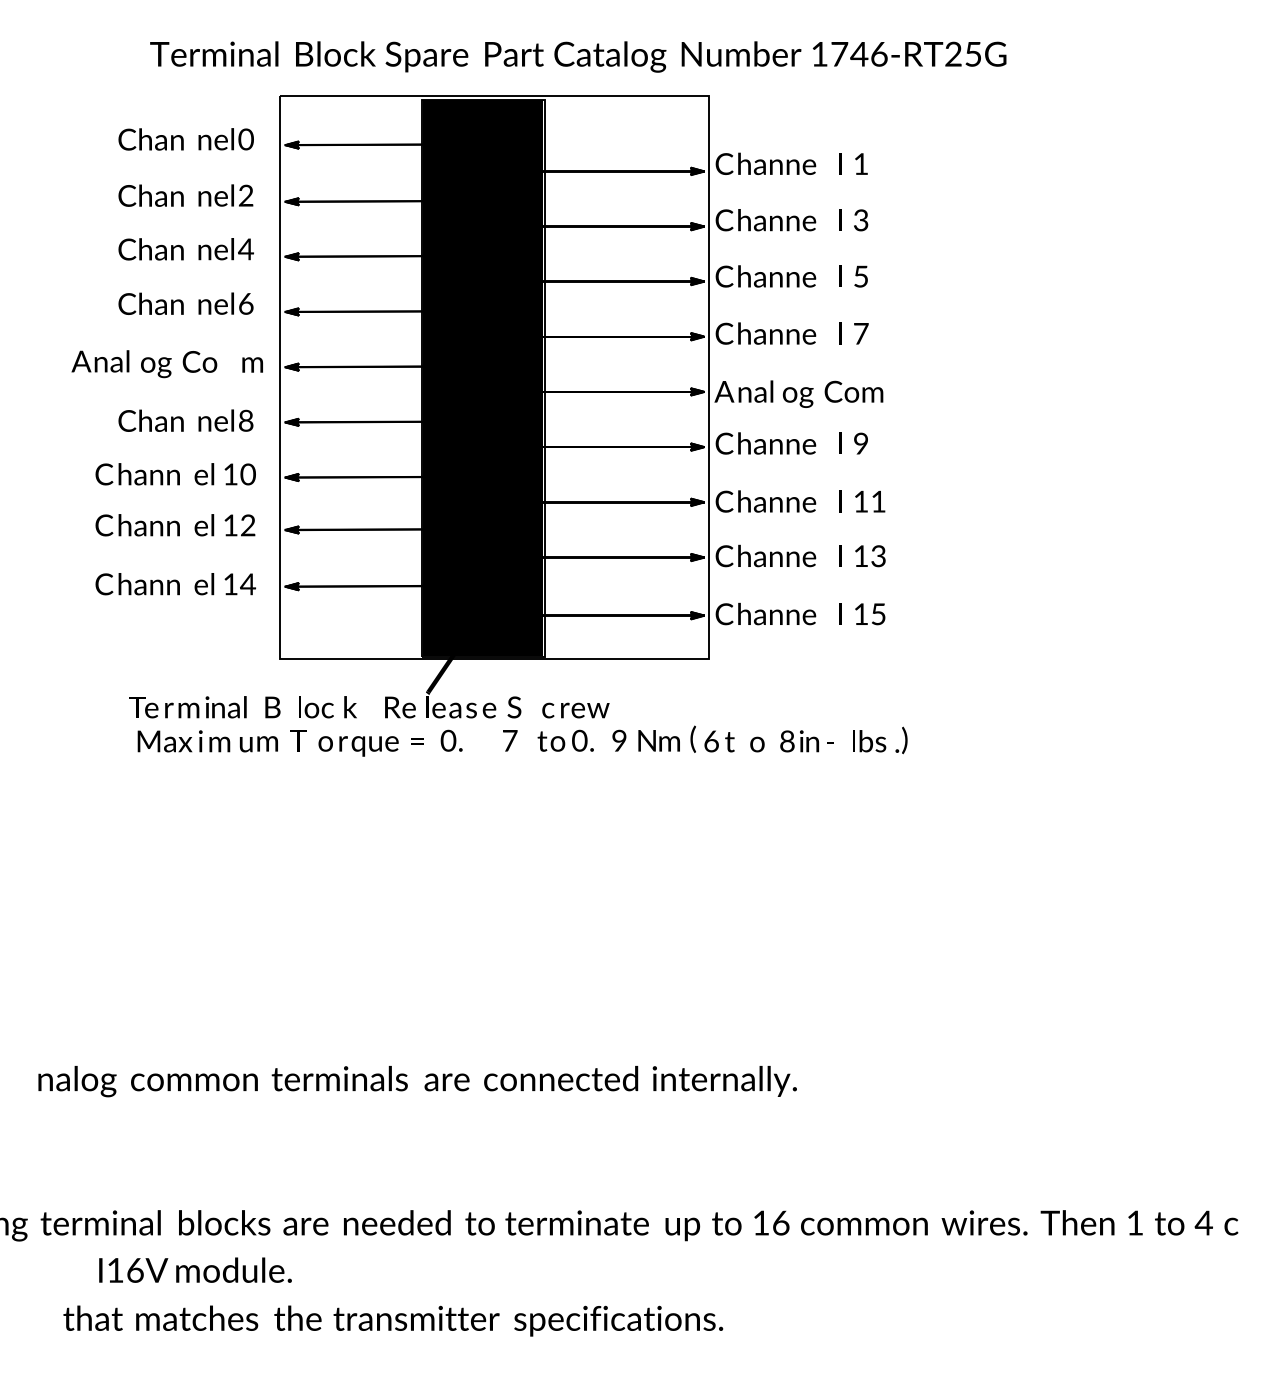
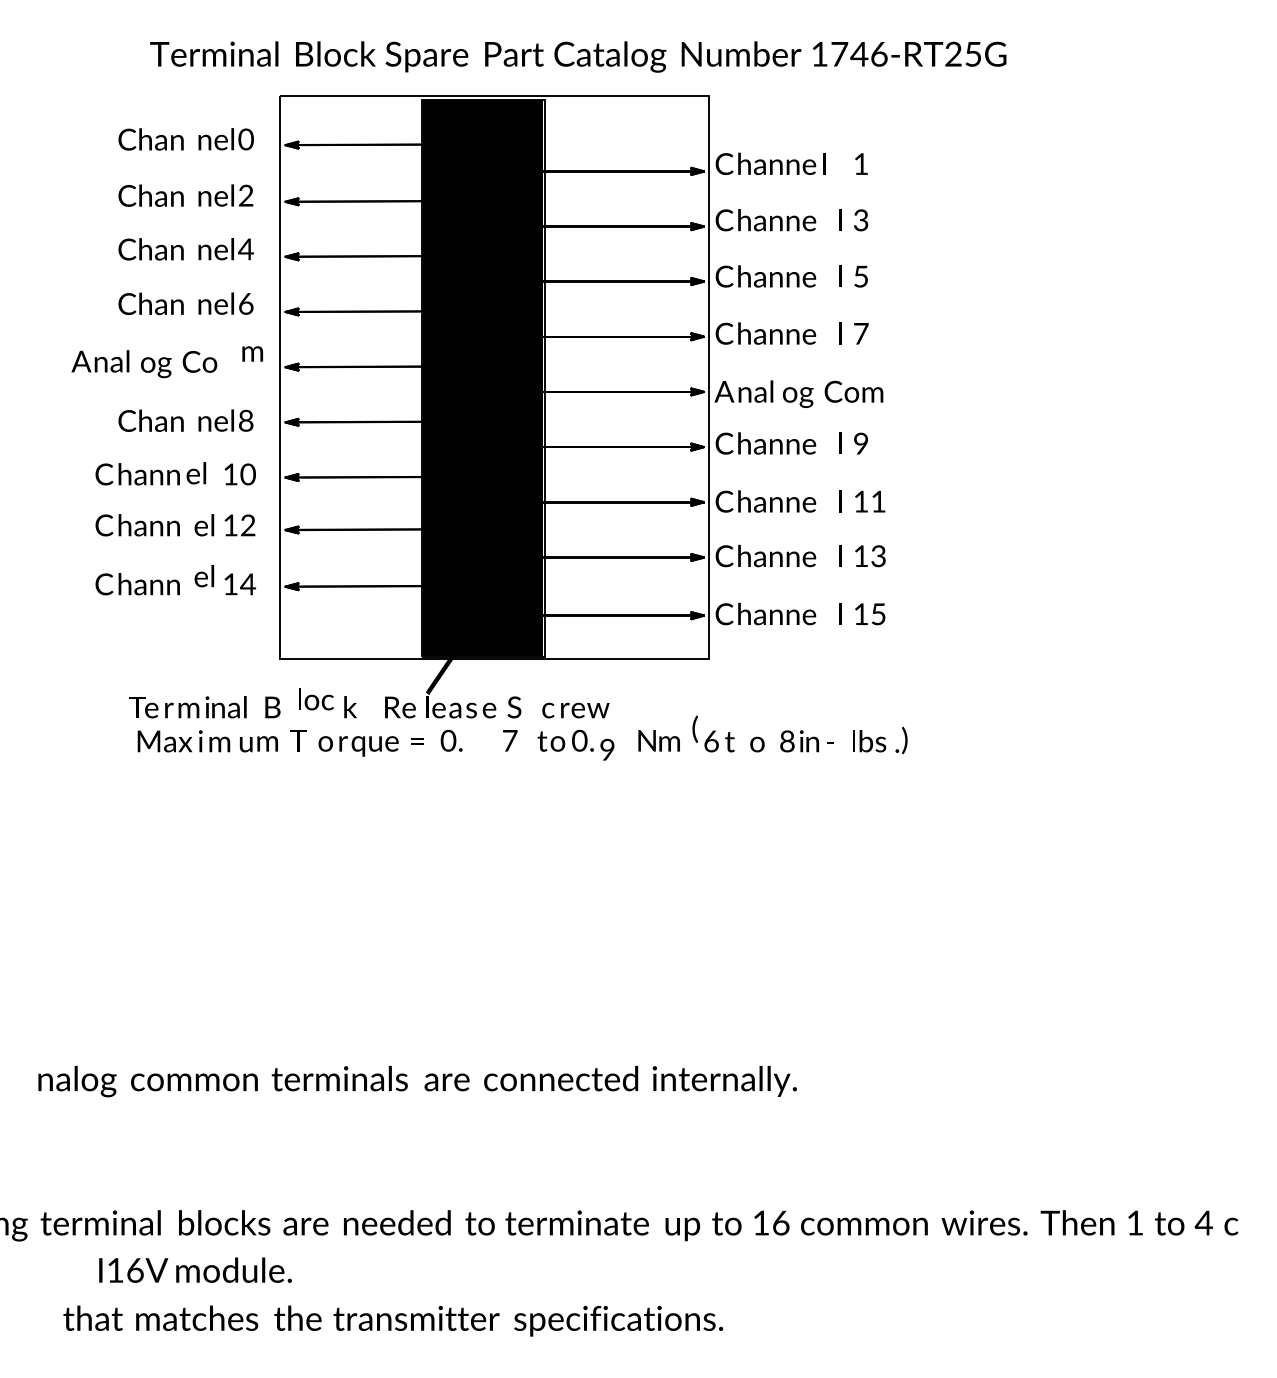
text at (840, 163) position: (840, 163) -> (824, 163)
text at (252, 364) position: (252, 364) -> (252, 353)
text at (204, 474) position: (204, 474) -> (196, 473)
text at (204, 584) position: (204, 584) -> (204, 576)
text at (316, 707) position: (316, 707) -> (316, 699)
text at (692, 738) position: (692, 738) -> (694, 728)
text at (619, 740) position: (619, 740) -> (607, 749)
